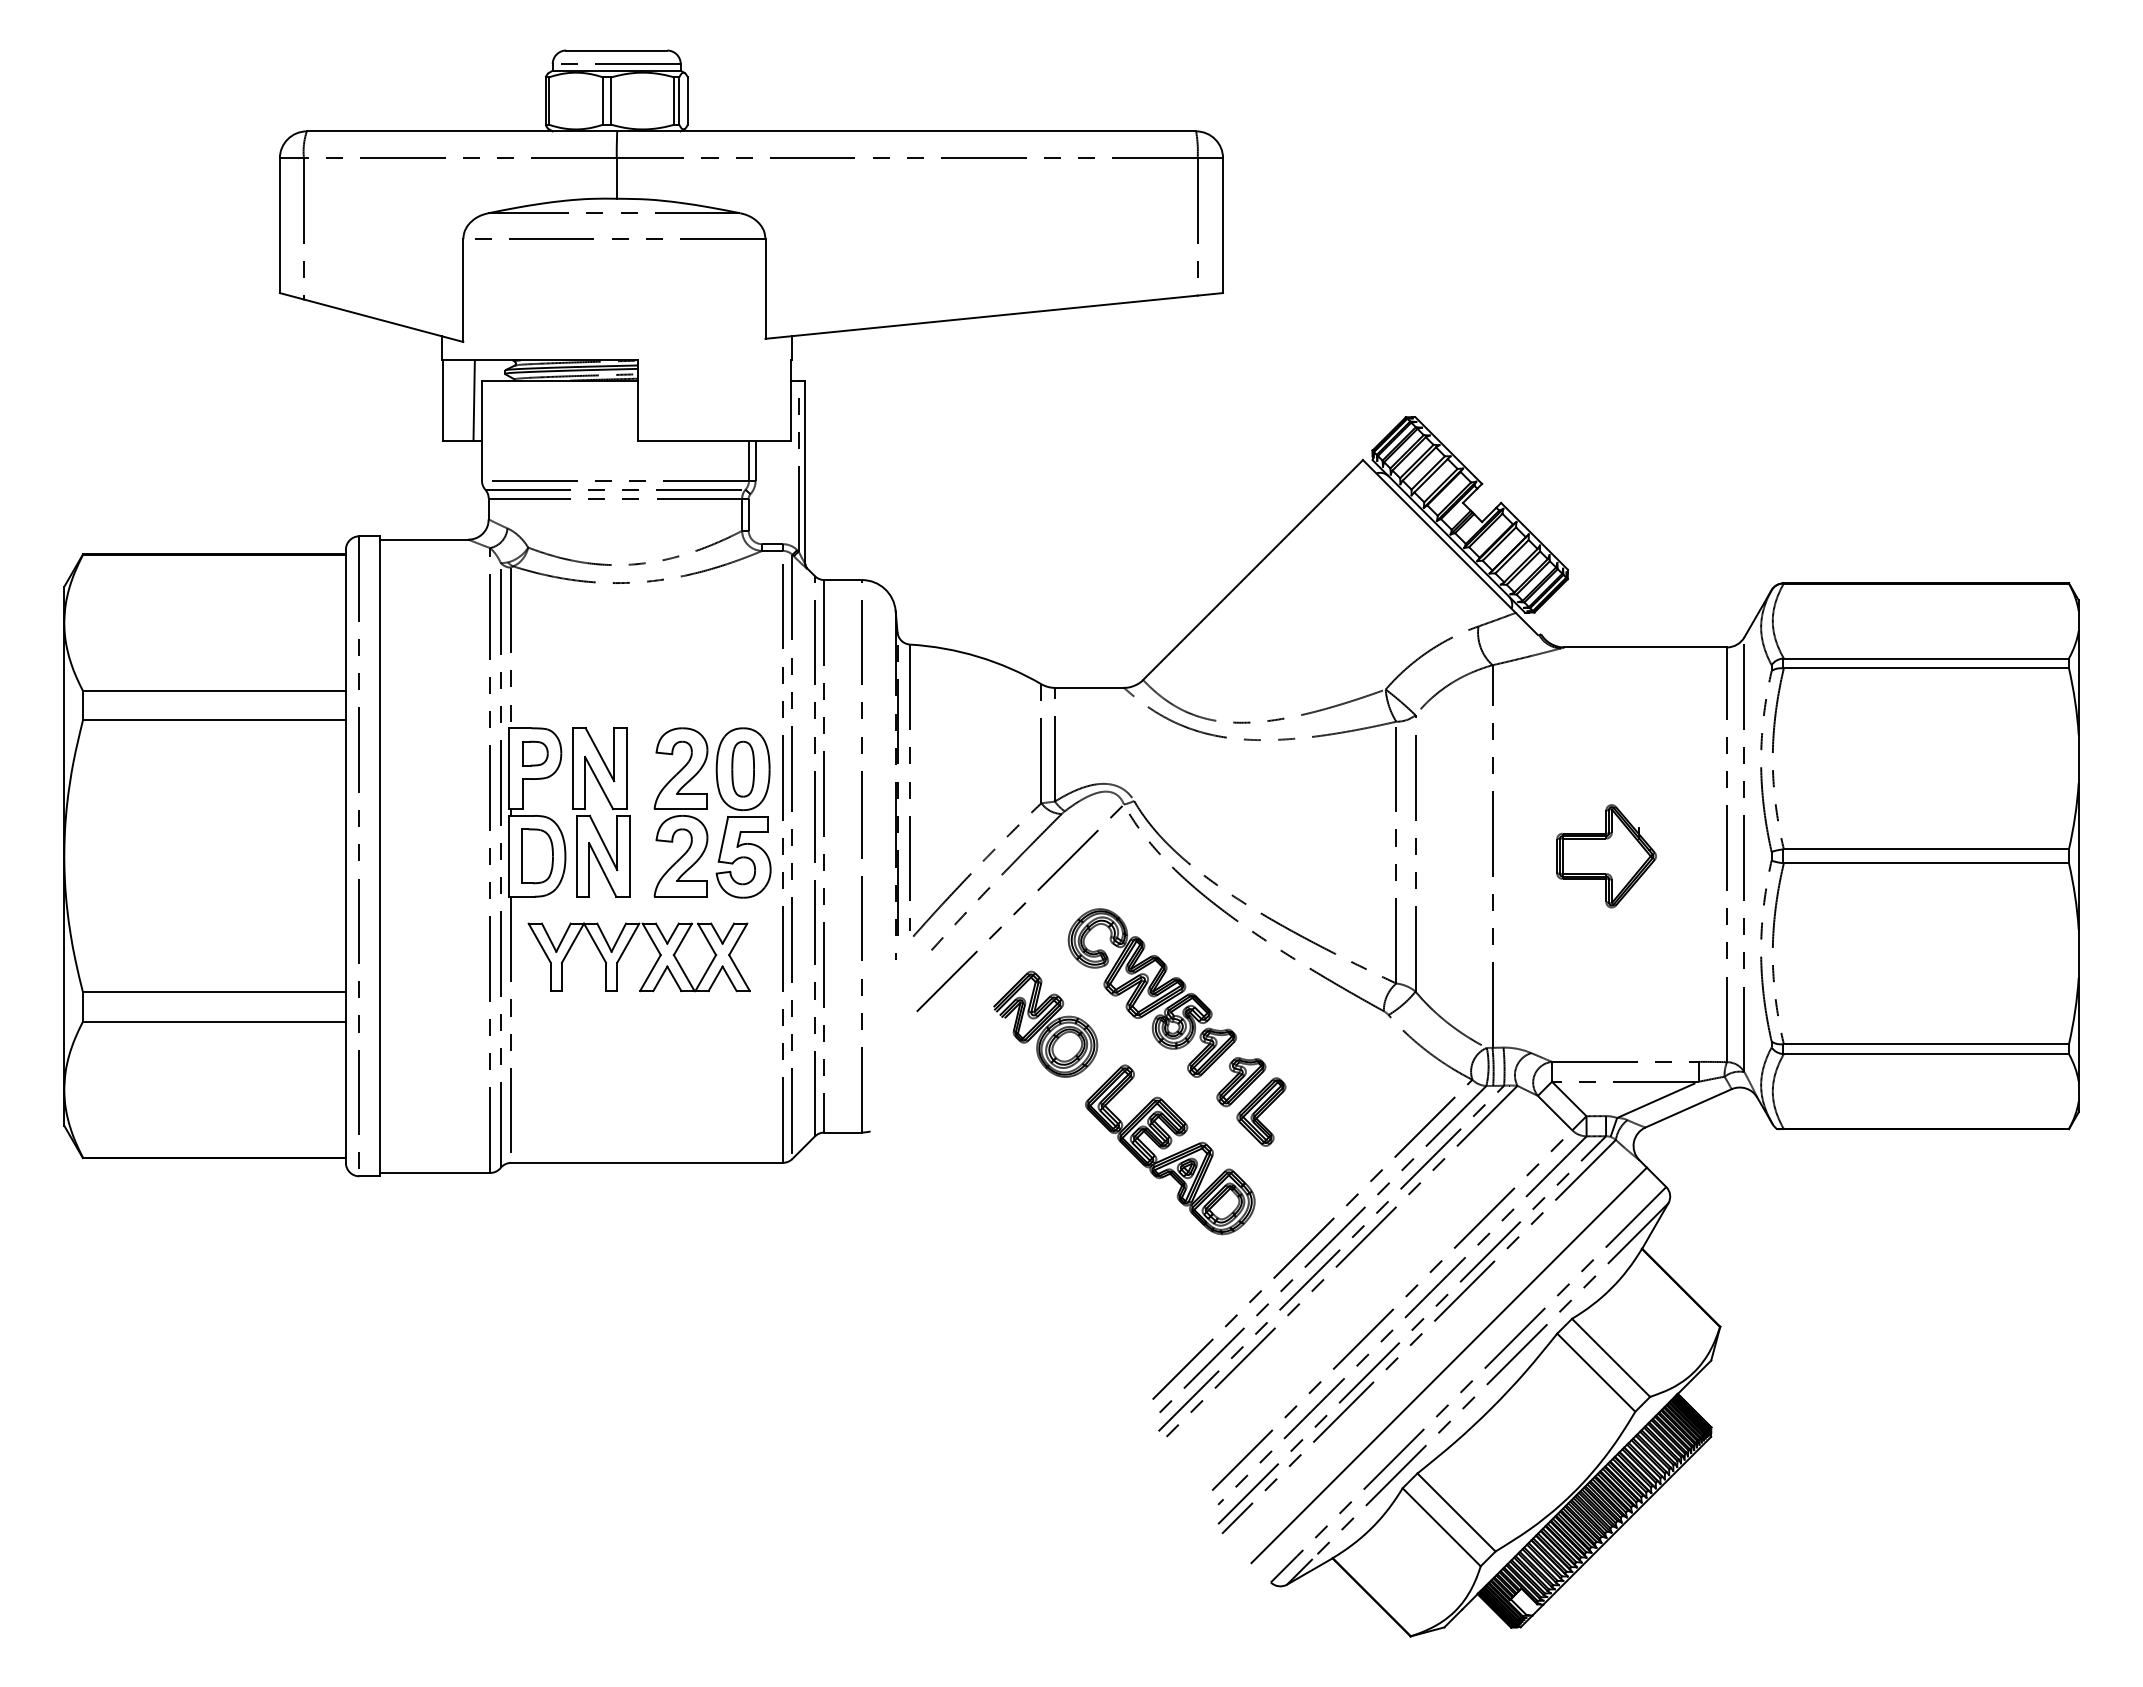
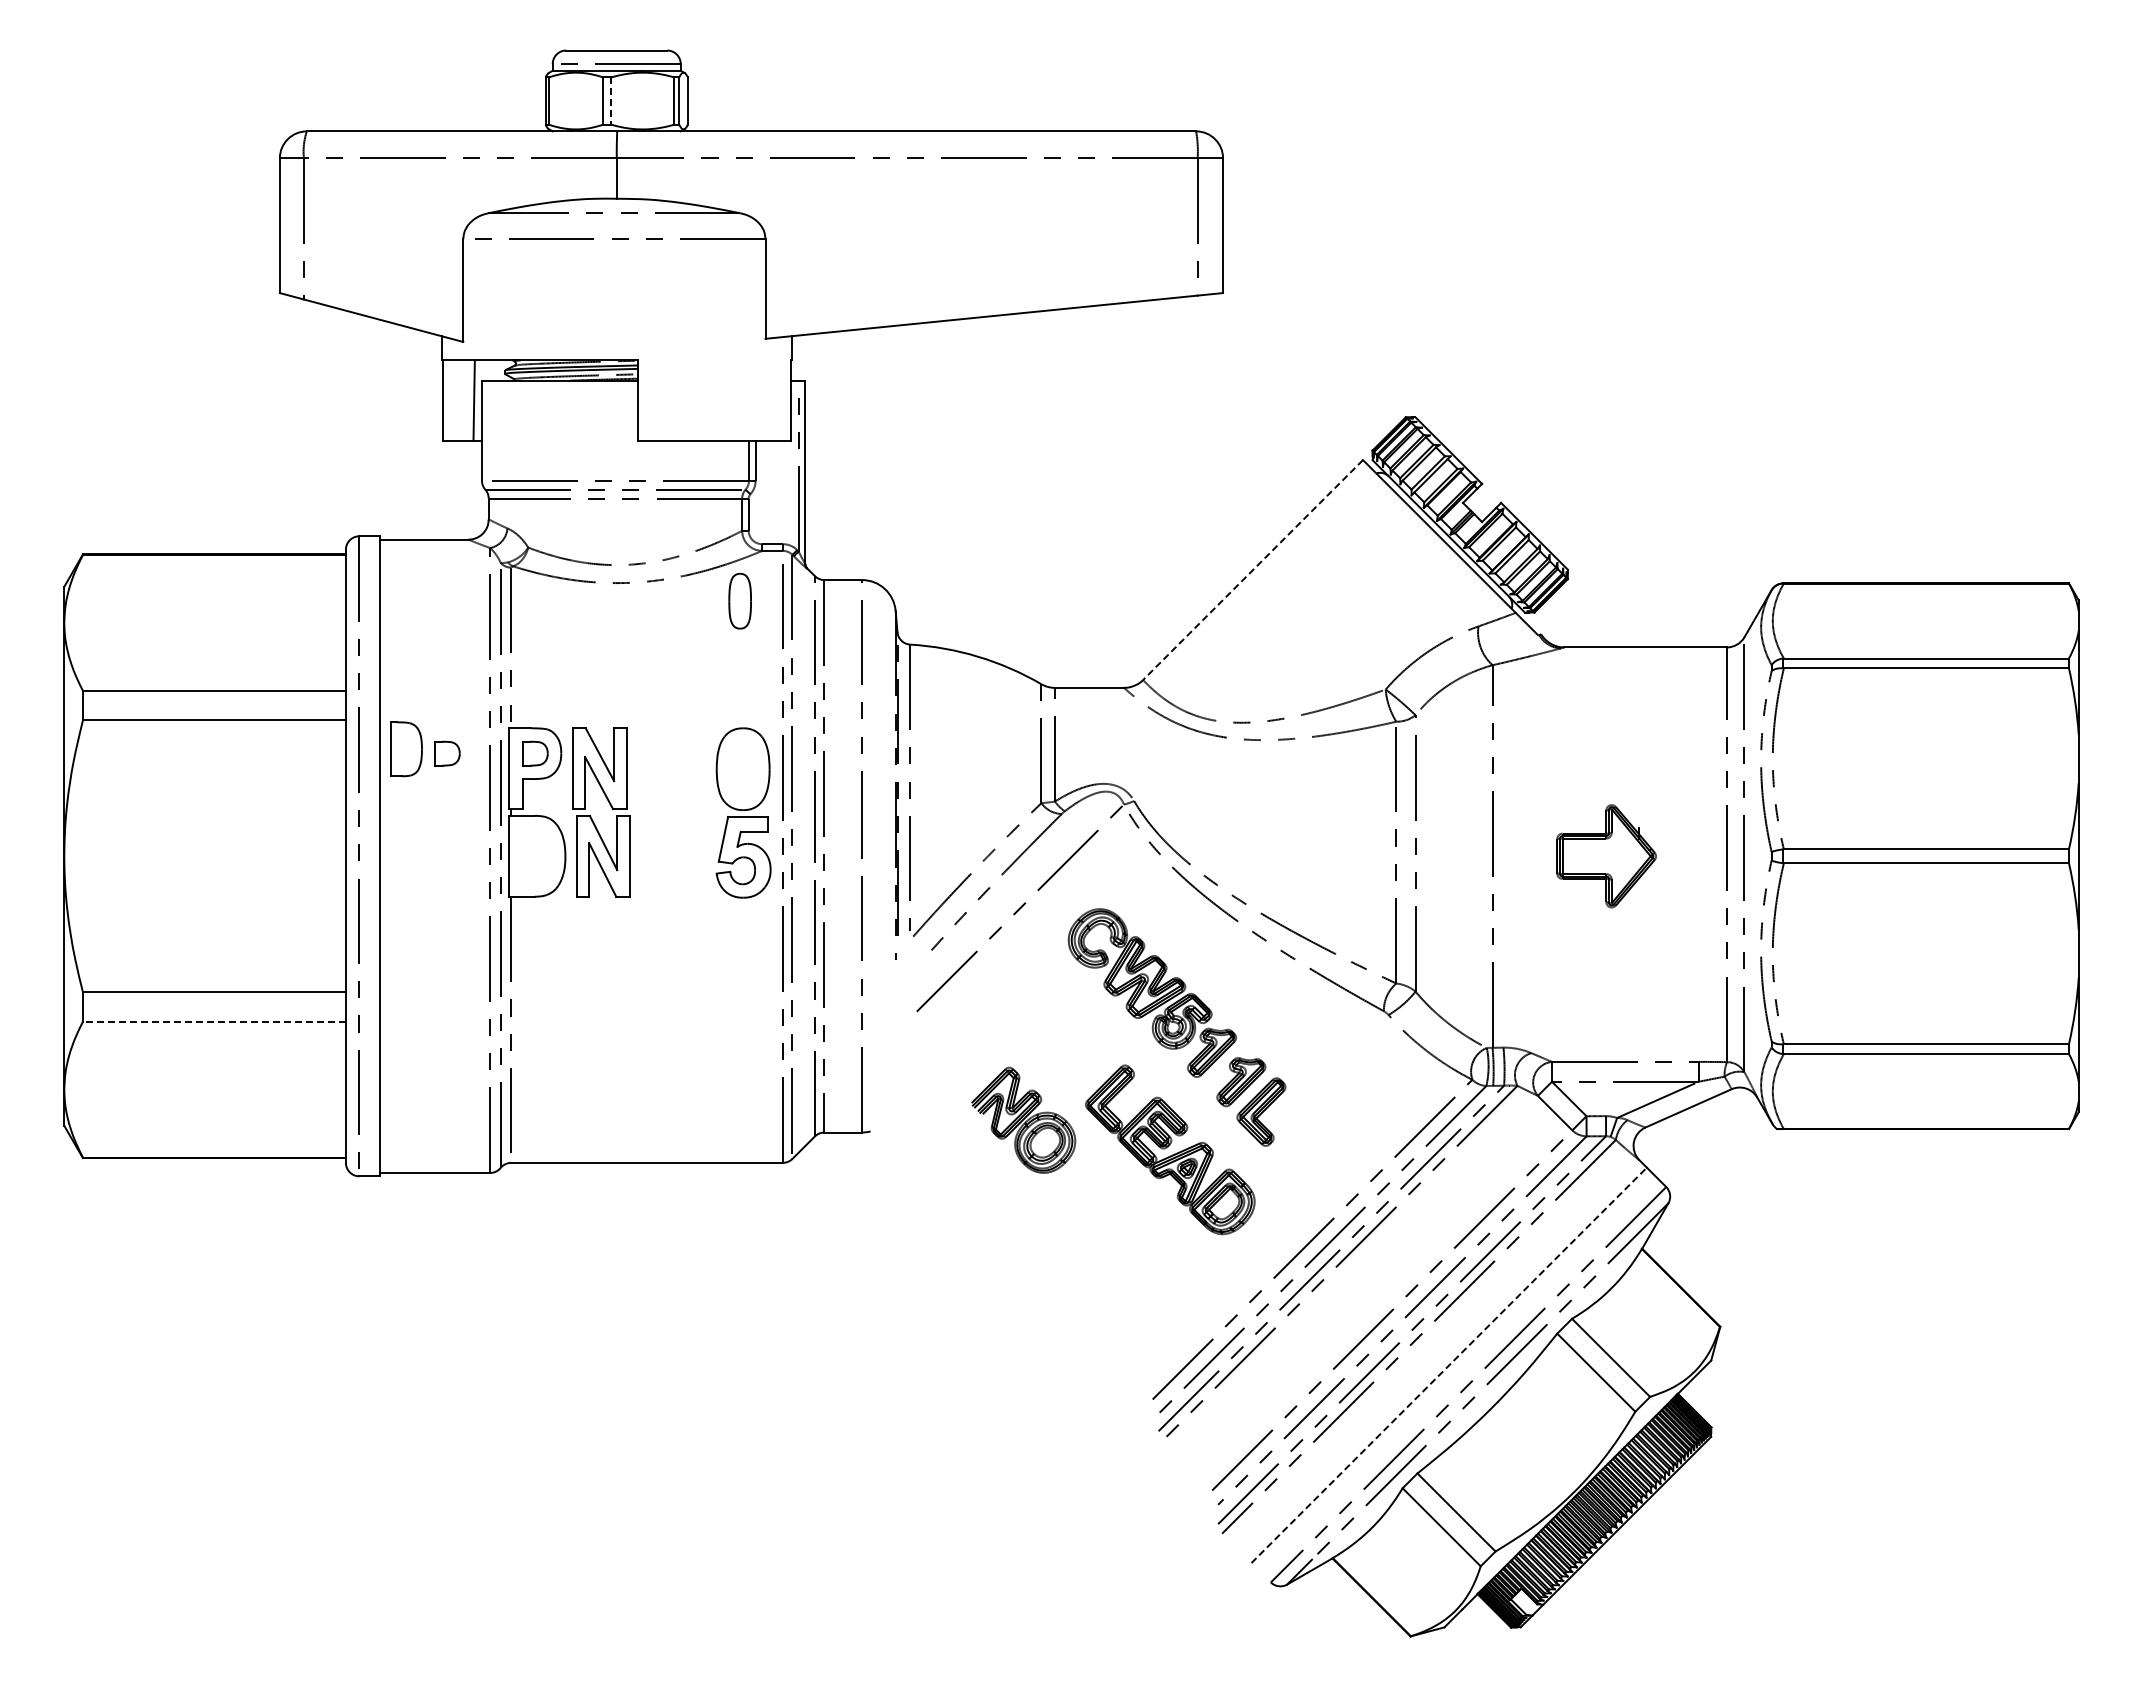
line at (611, 101): solid -> dashed
line at (1252, 570): solid -> dashed
part at (447, 753): none -> present
part at (742, 768) position: (742, 768) -> (739, 600)
part at (680, 812): present -> none
part at (537, 856) position: (537, 856) -> (406, 749)
part at (625, 950): present -> none
line at (213, 1021): solid -> dashed
part at (1045, 1023) position: (1045, 1023) -> (1023, 1119)
line at (1449, 1365): solid -> dashed
